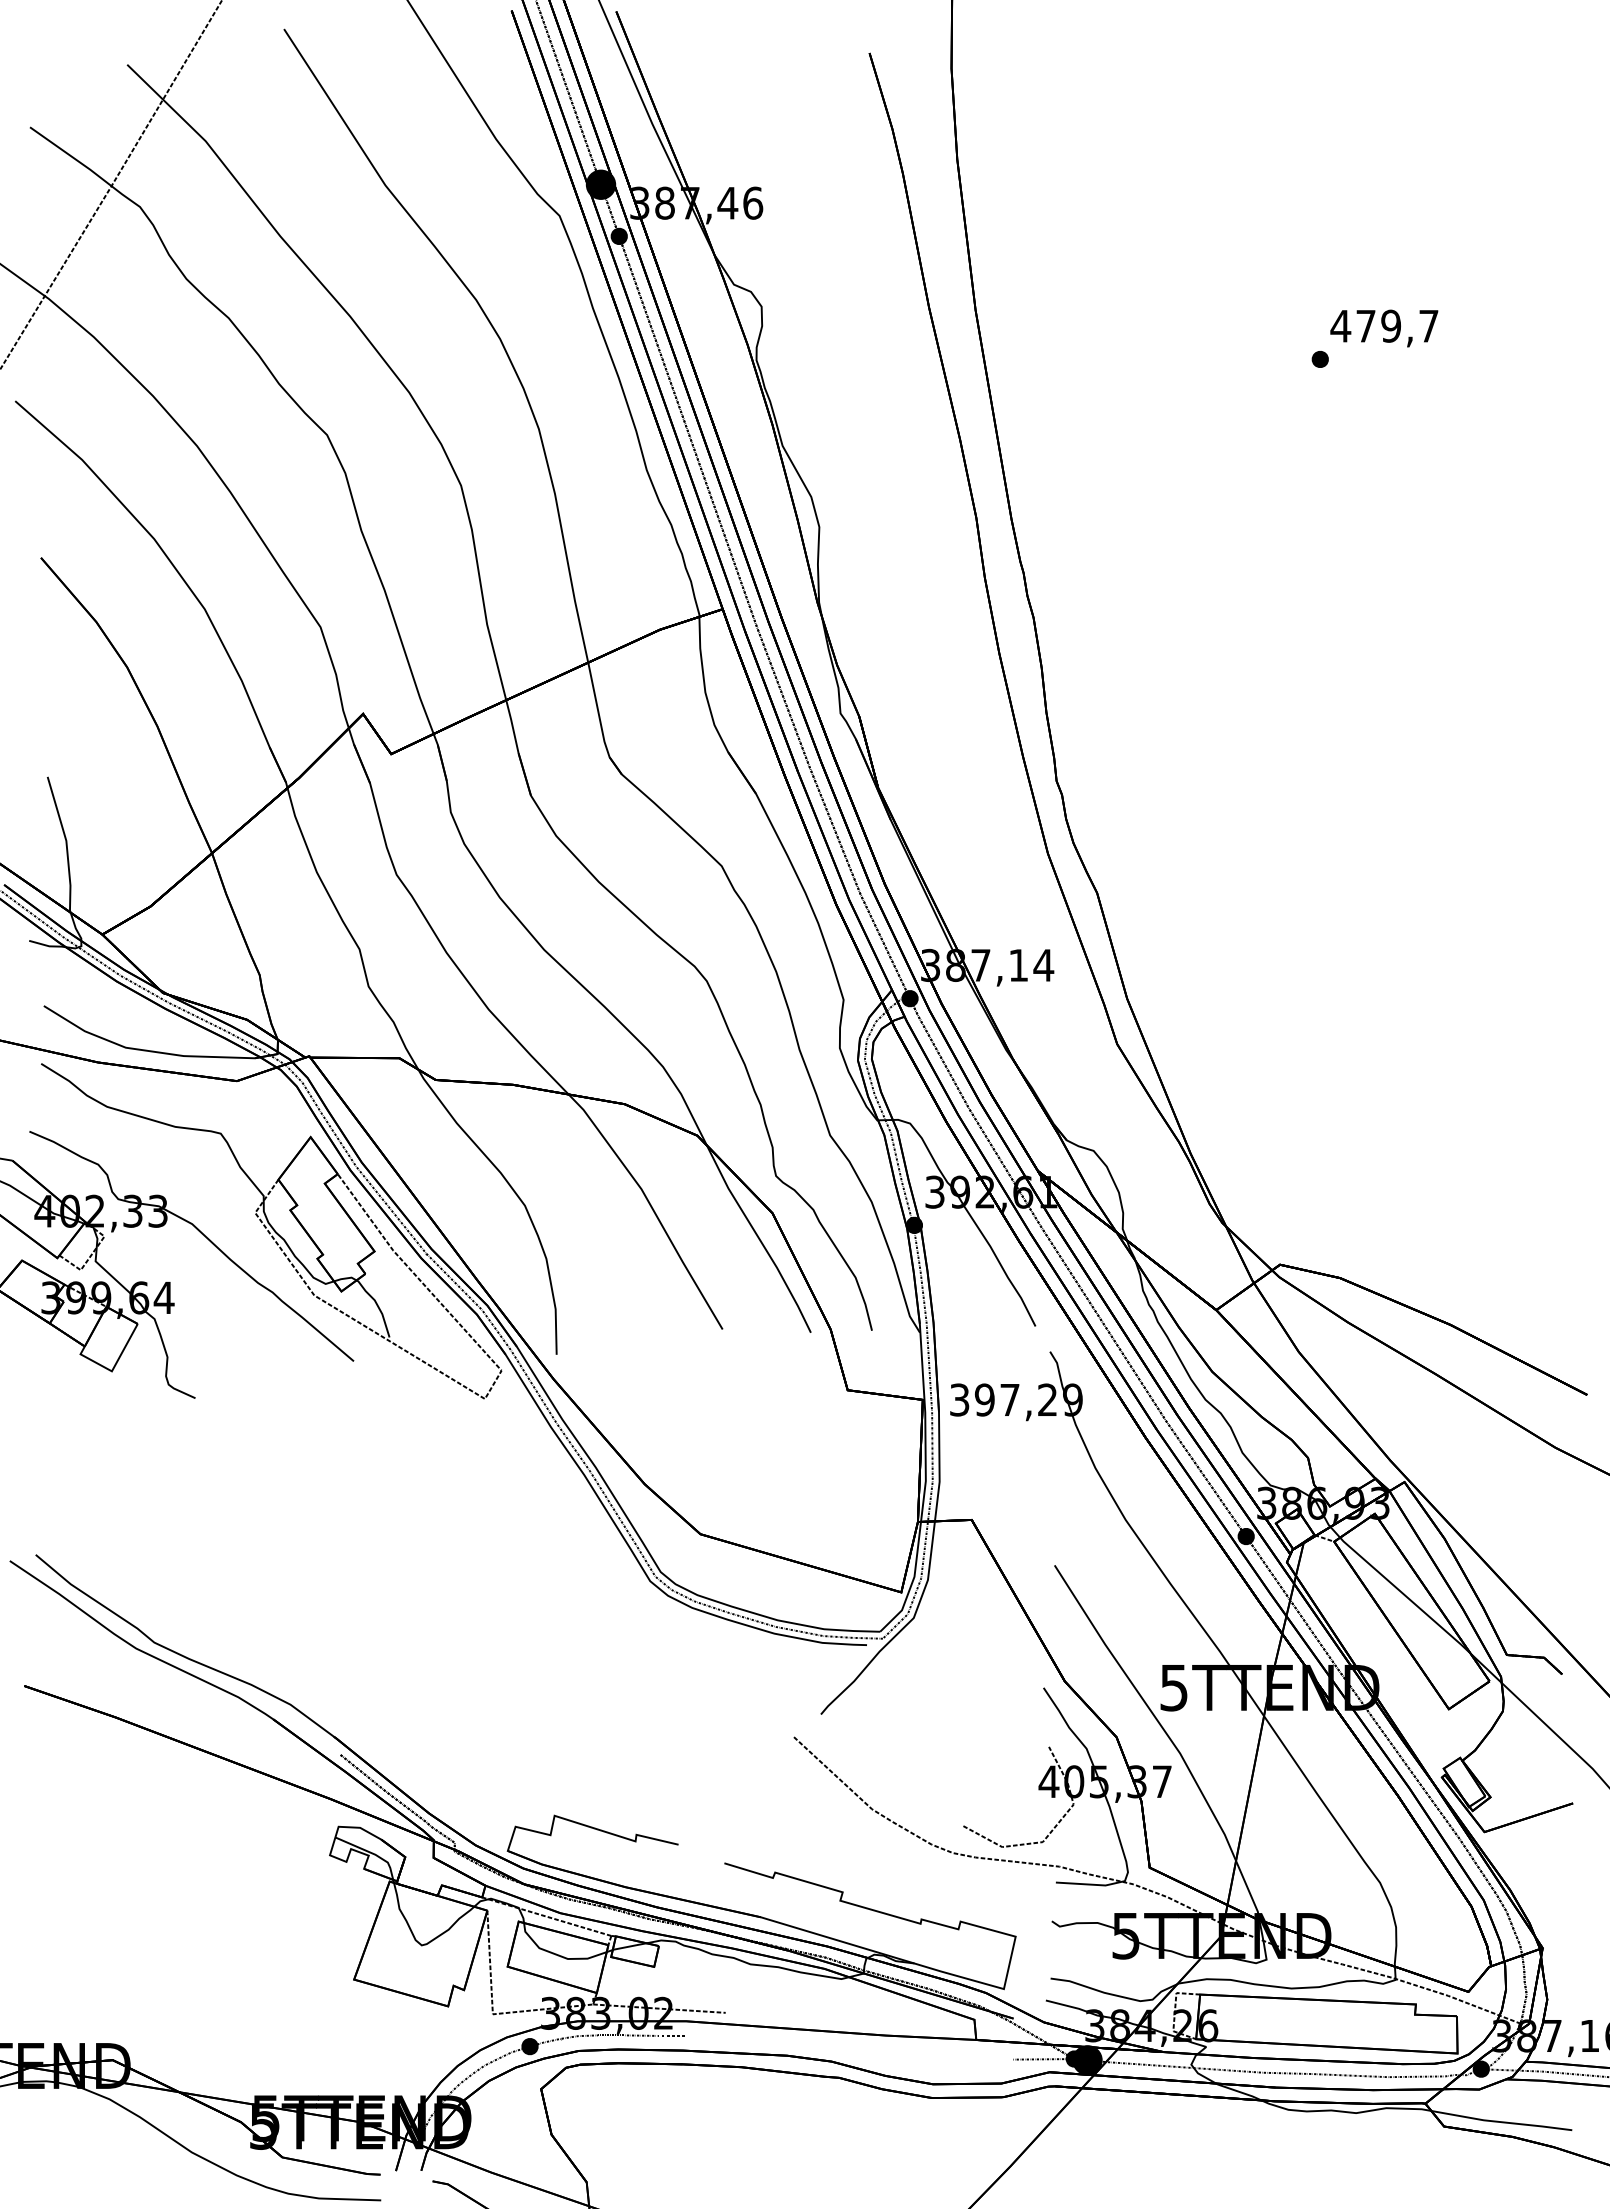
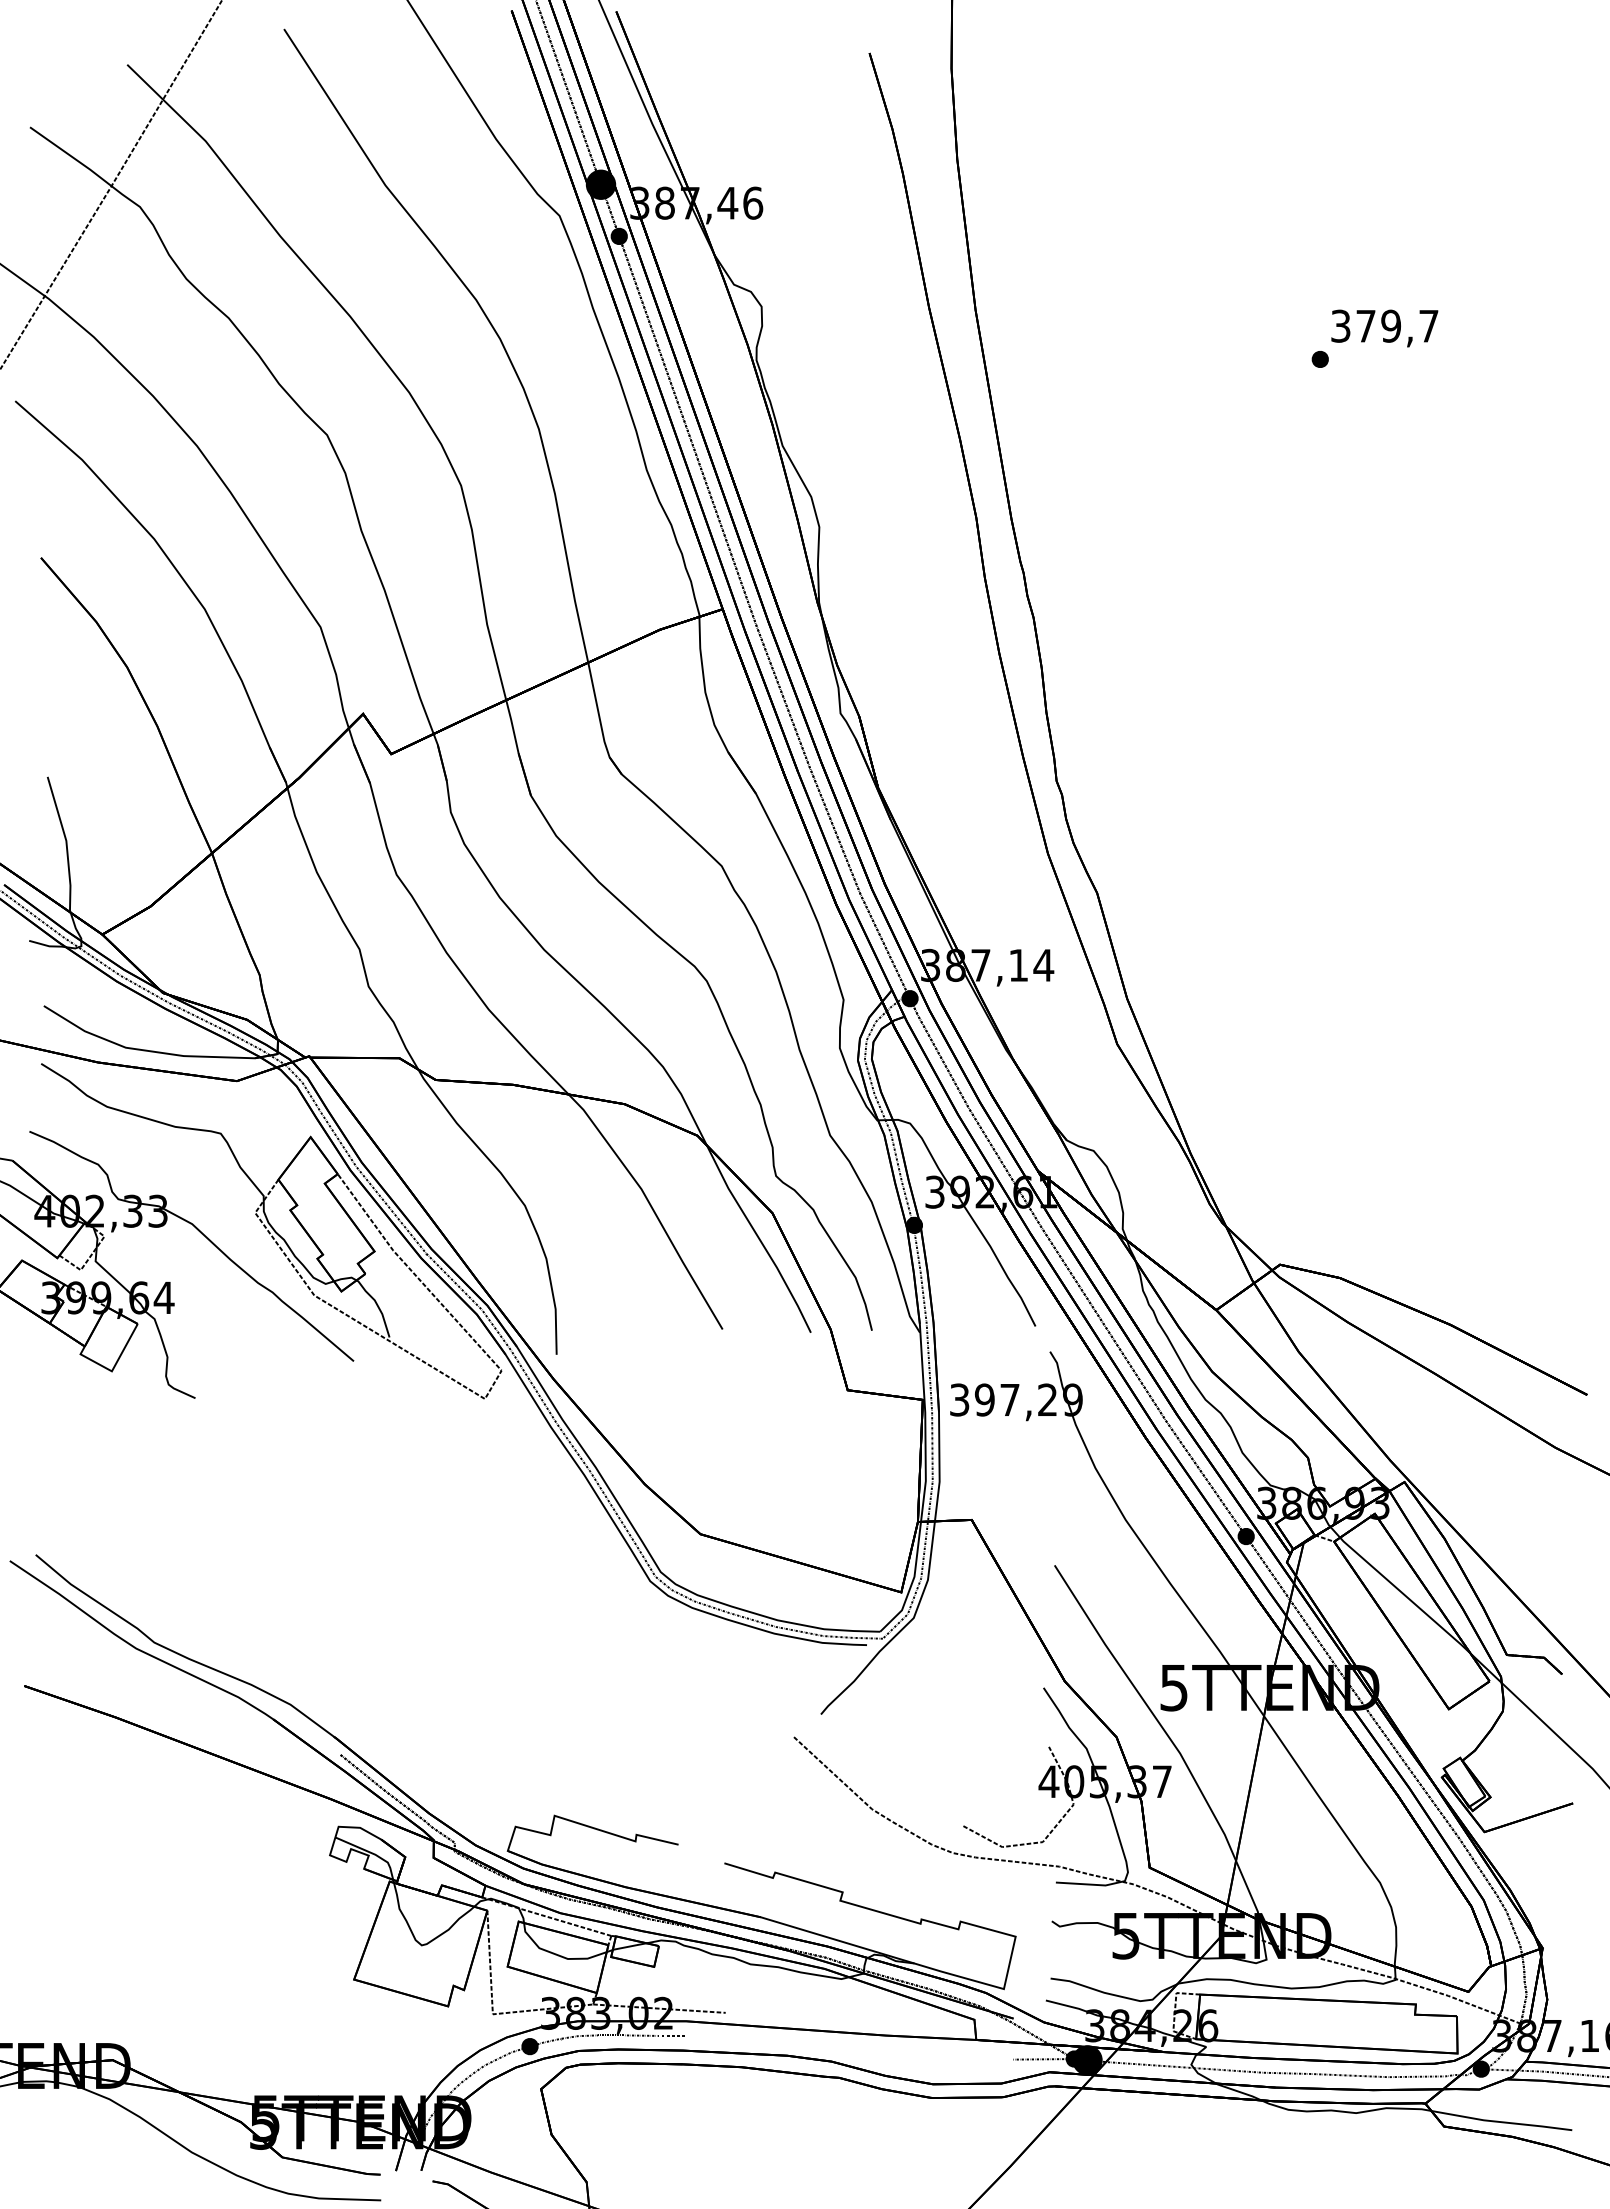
text at (1340, 325): 479,7 -> 379,7
